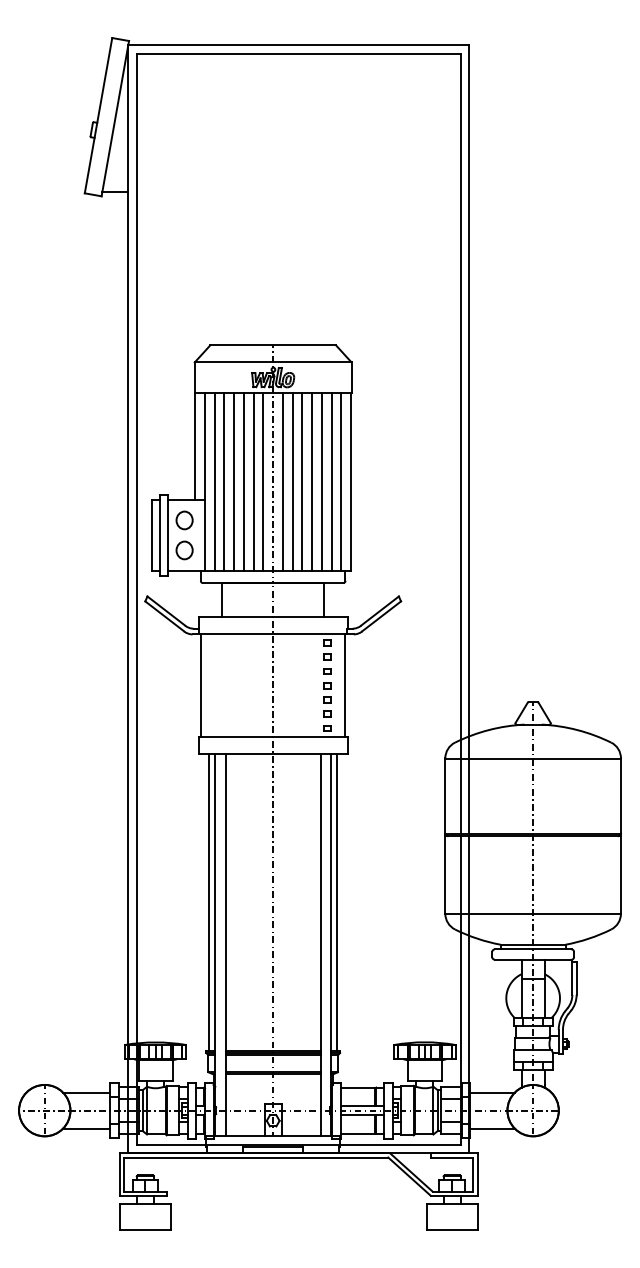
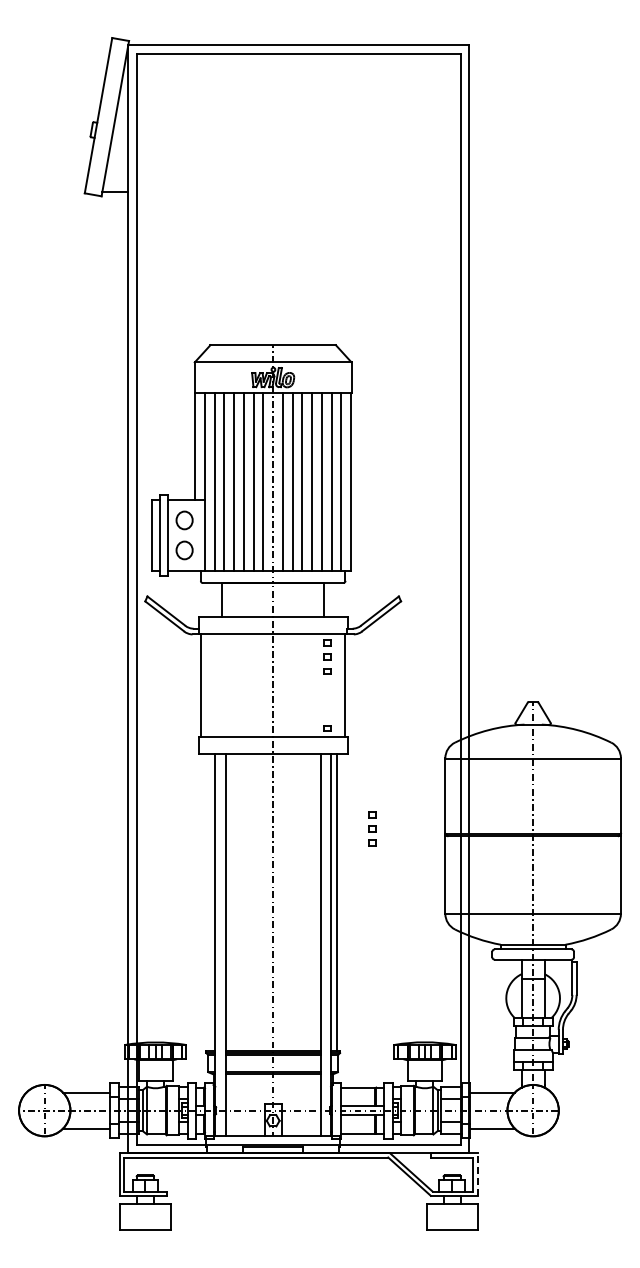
part at (327, 699) position: (327, 699) -> (372, 828)
line at (209, 902): present -> none
line at (477, 1174): solid -> dashed
